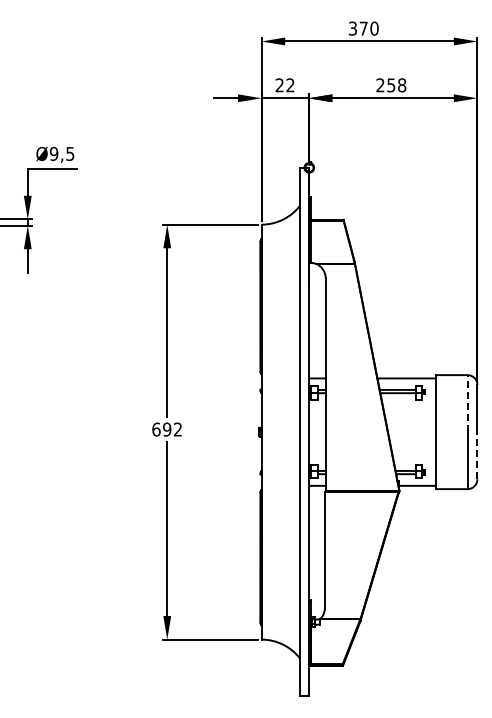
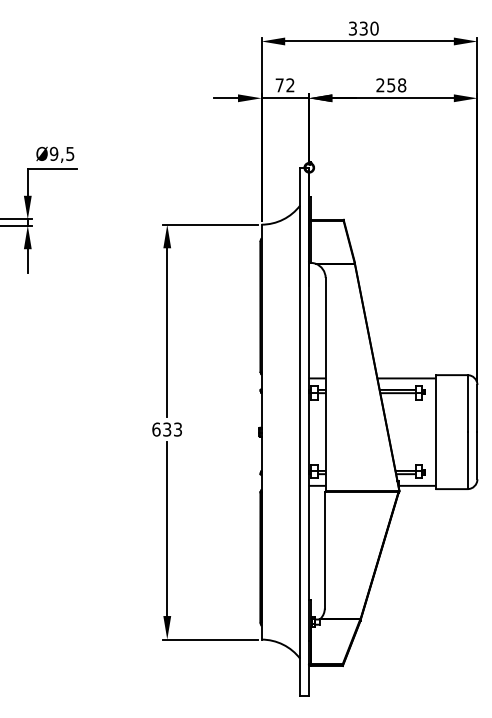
text at (363, 28): 370 -> 330
text at (279, 85): 22 -> 72
line at (467, 403): dashed -> solid
text at (172, 429): 692 -> 633
line at (477, 455): dashed -> solid
